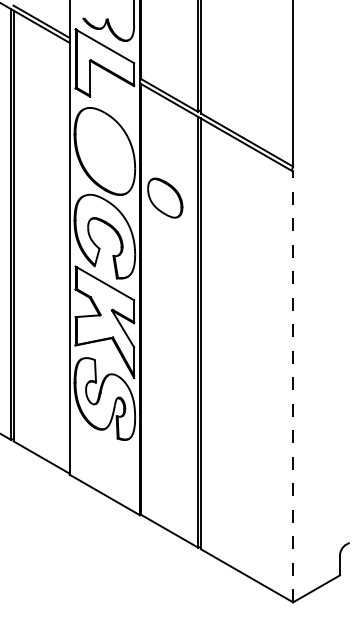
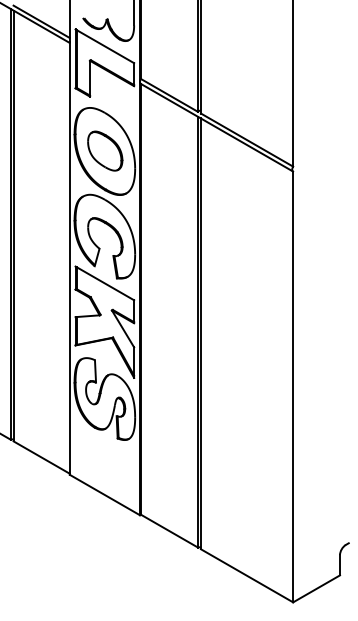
part at (165, 197) position: (165, 197) -> (105, 150)
line at (293, 386): dashed -> solid
